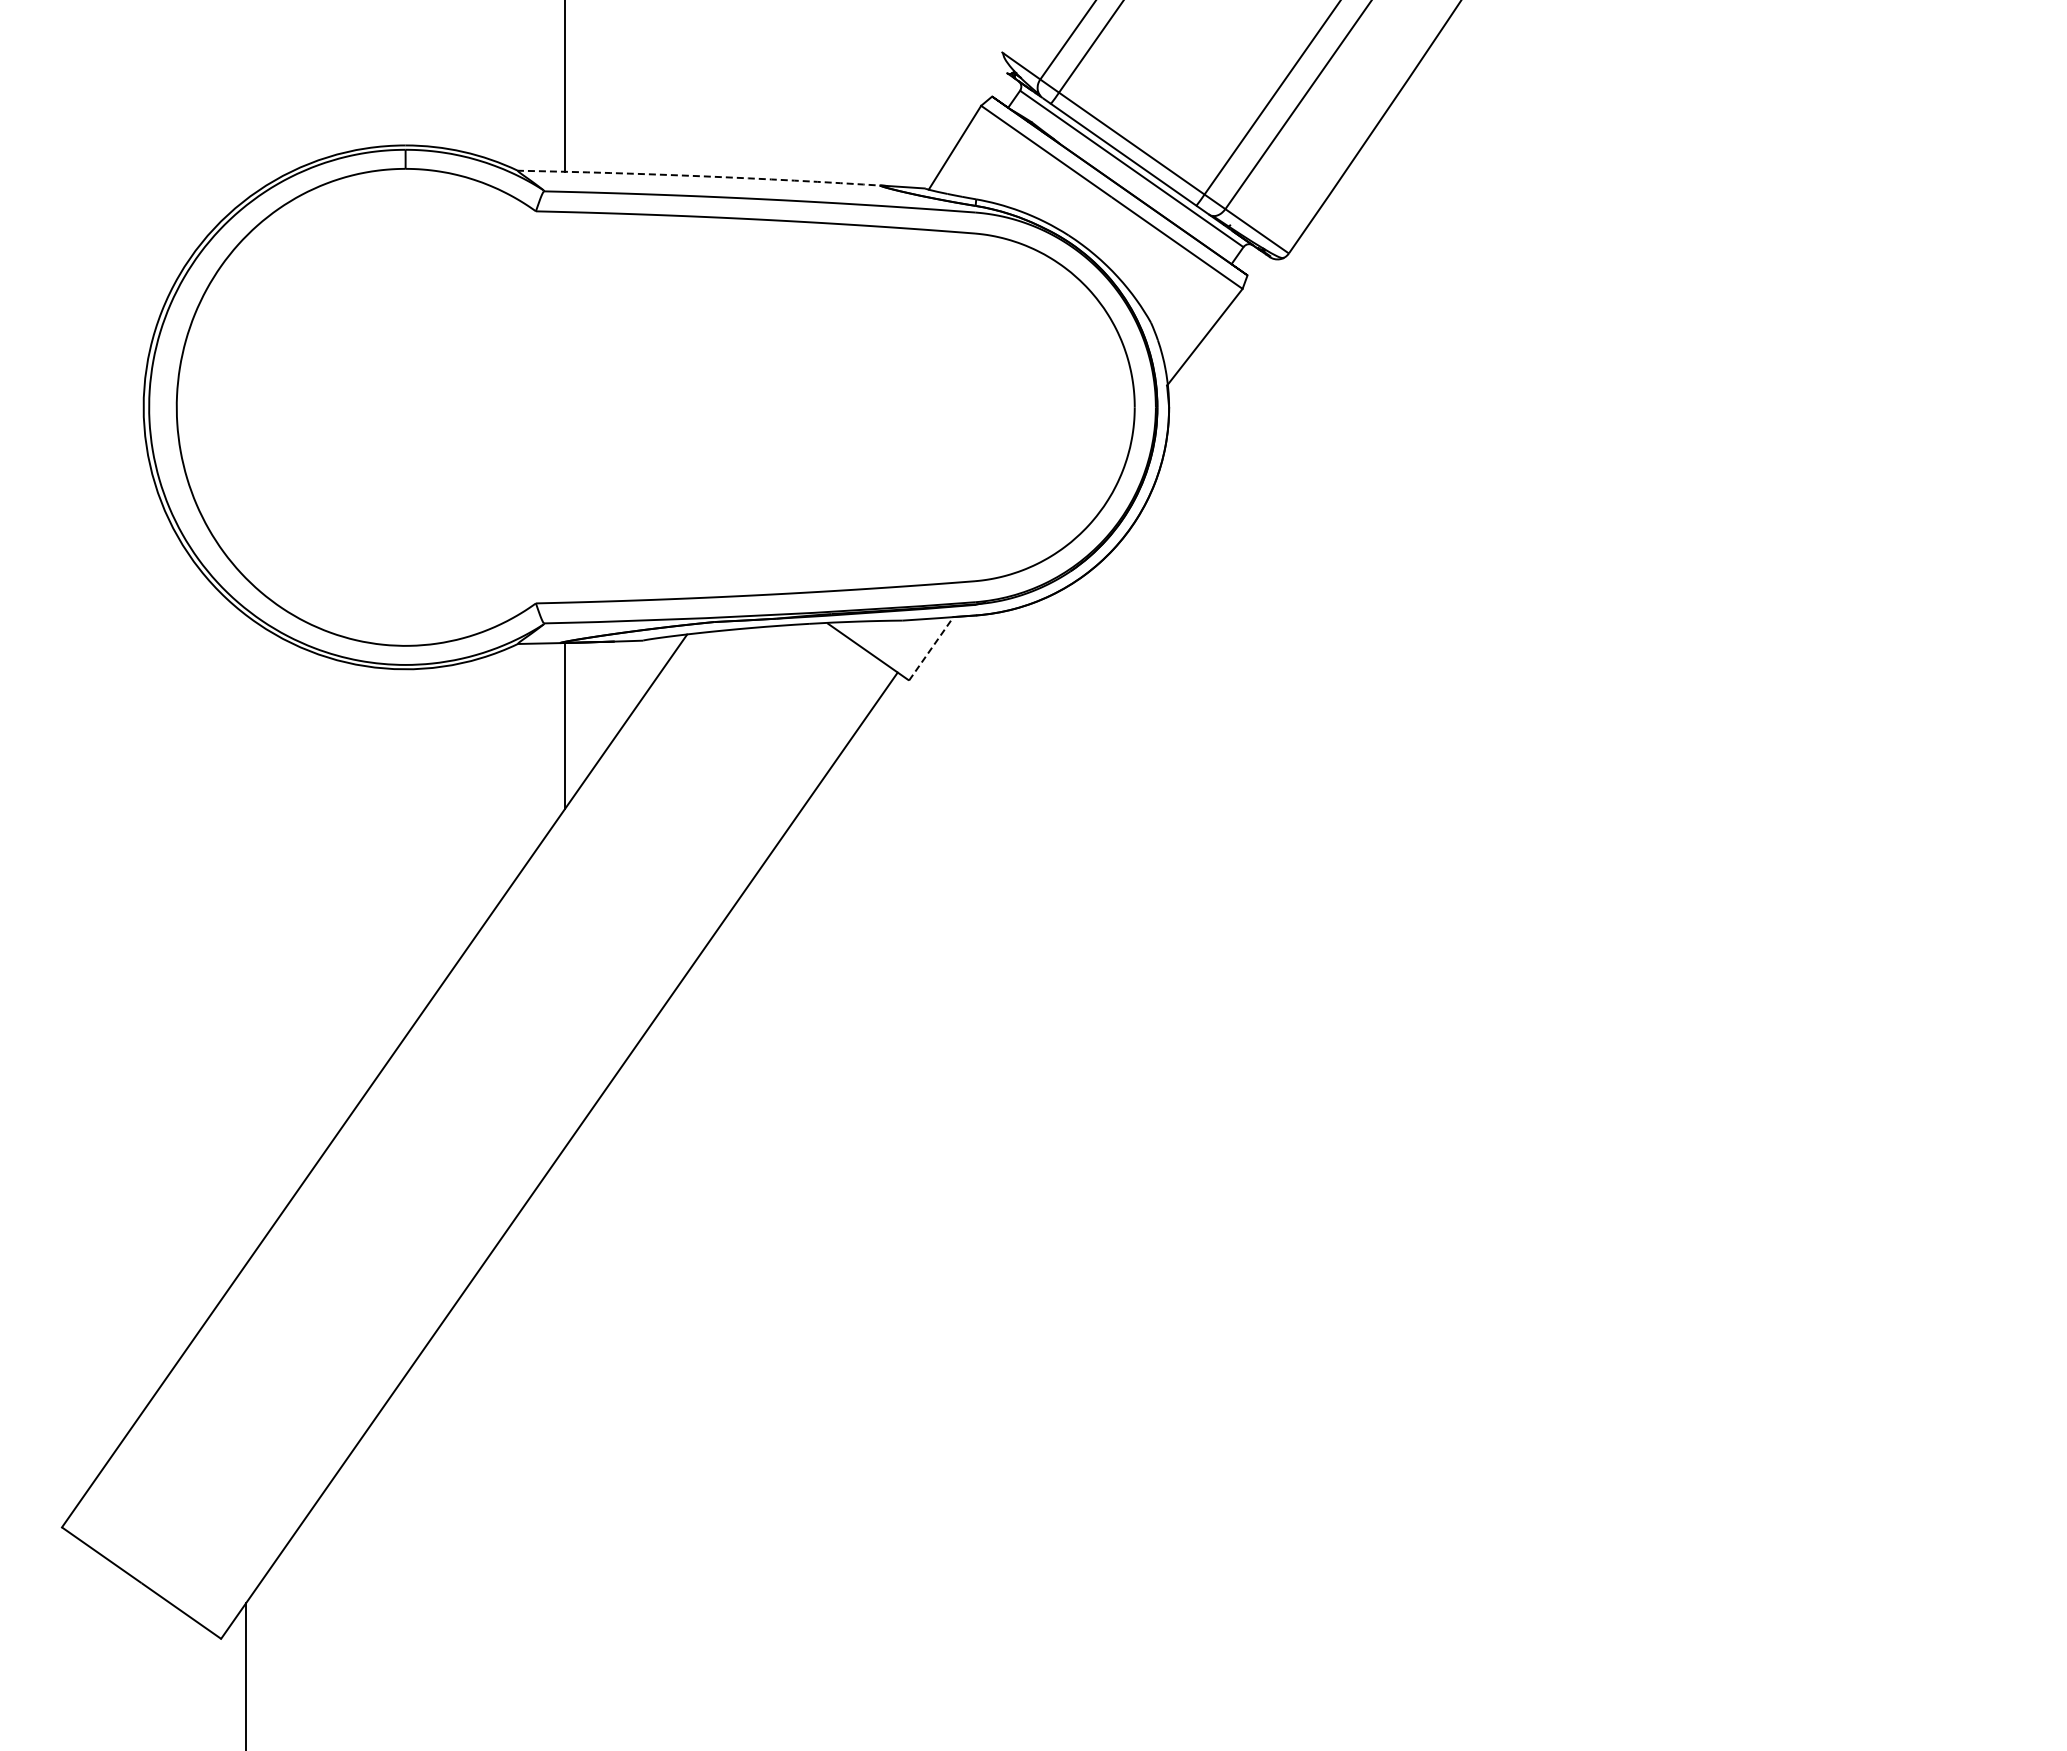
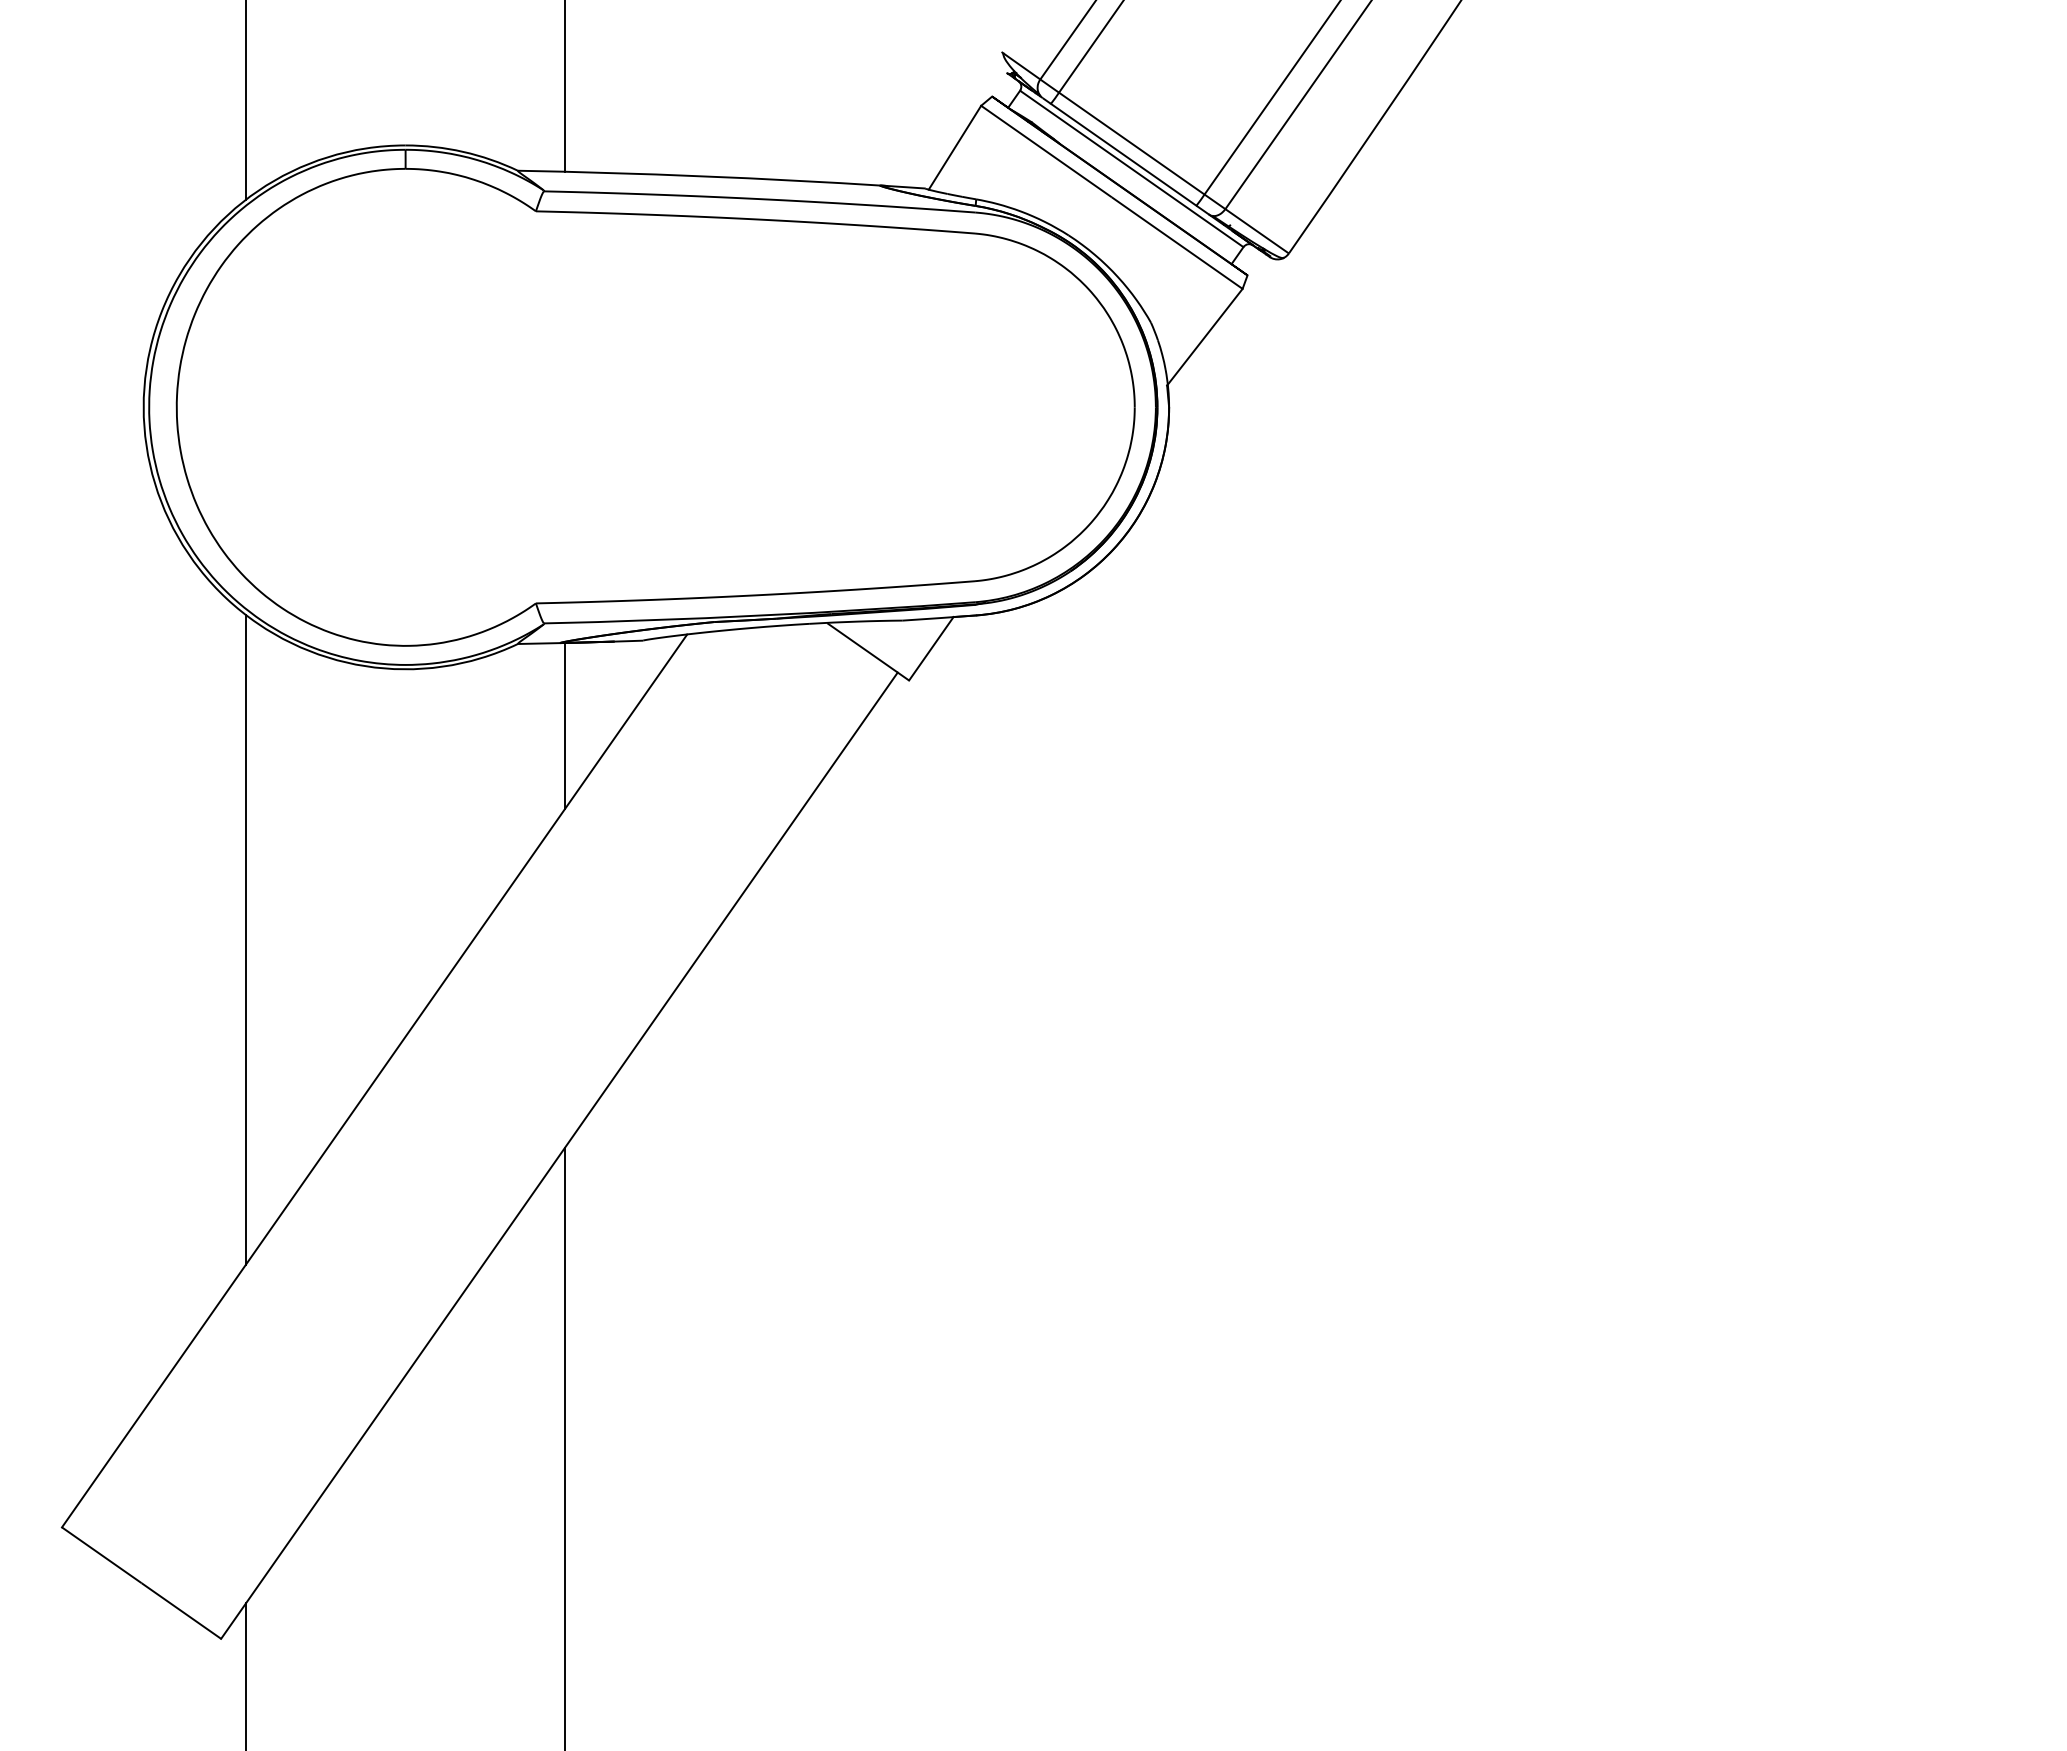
line at (246, 100): none -> present
arc at (702, 176): dashed -> solid
line at (931, 648): dashed -> solid
line at (246, 939): none -> present
line at (565, 1447): none -> present
